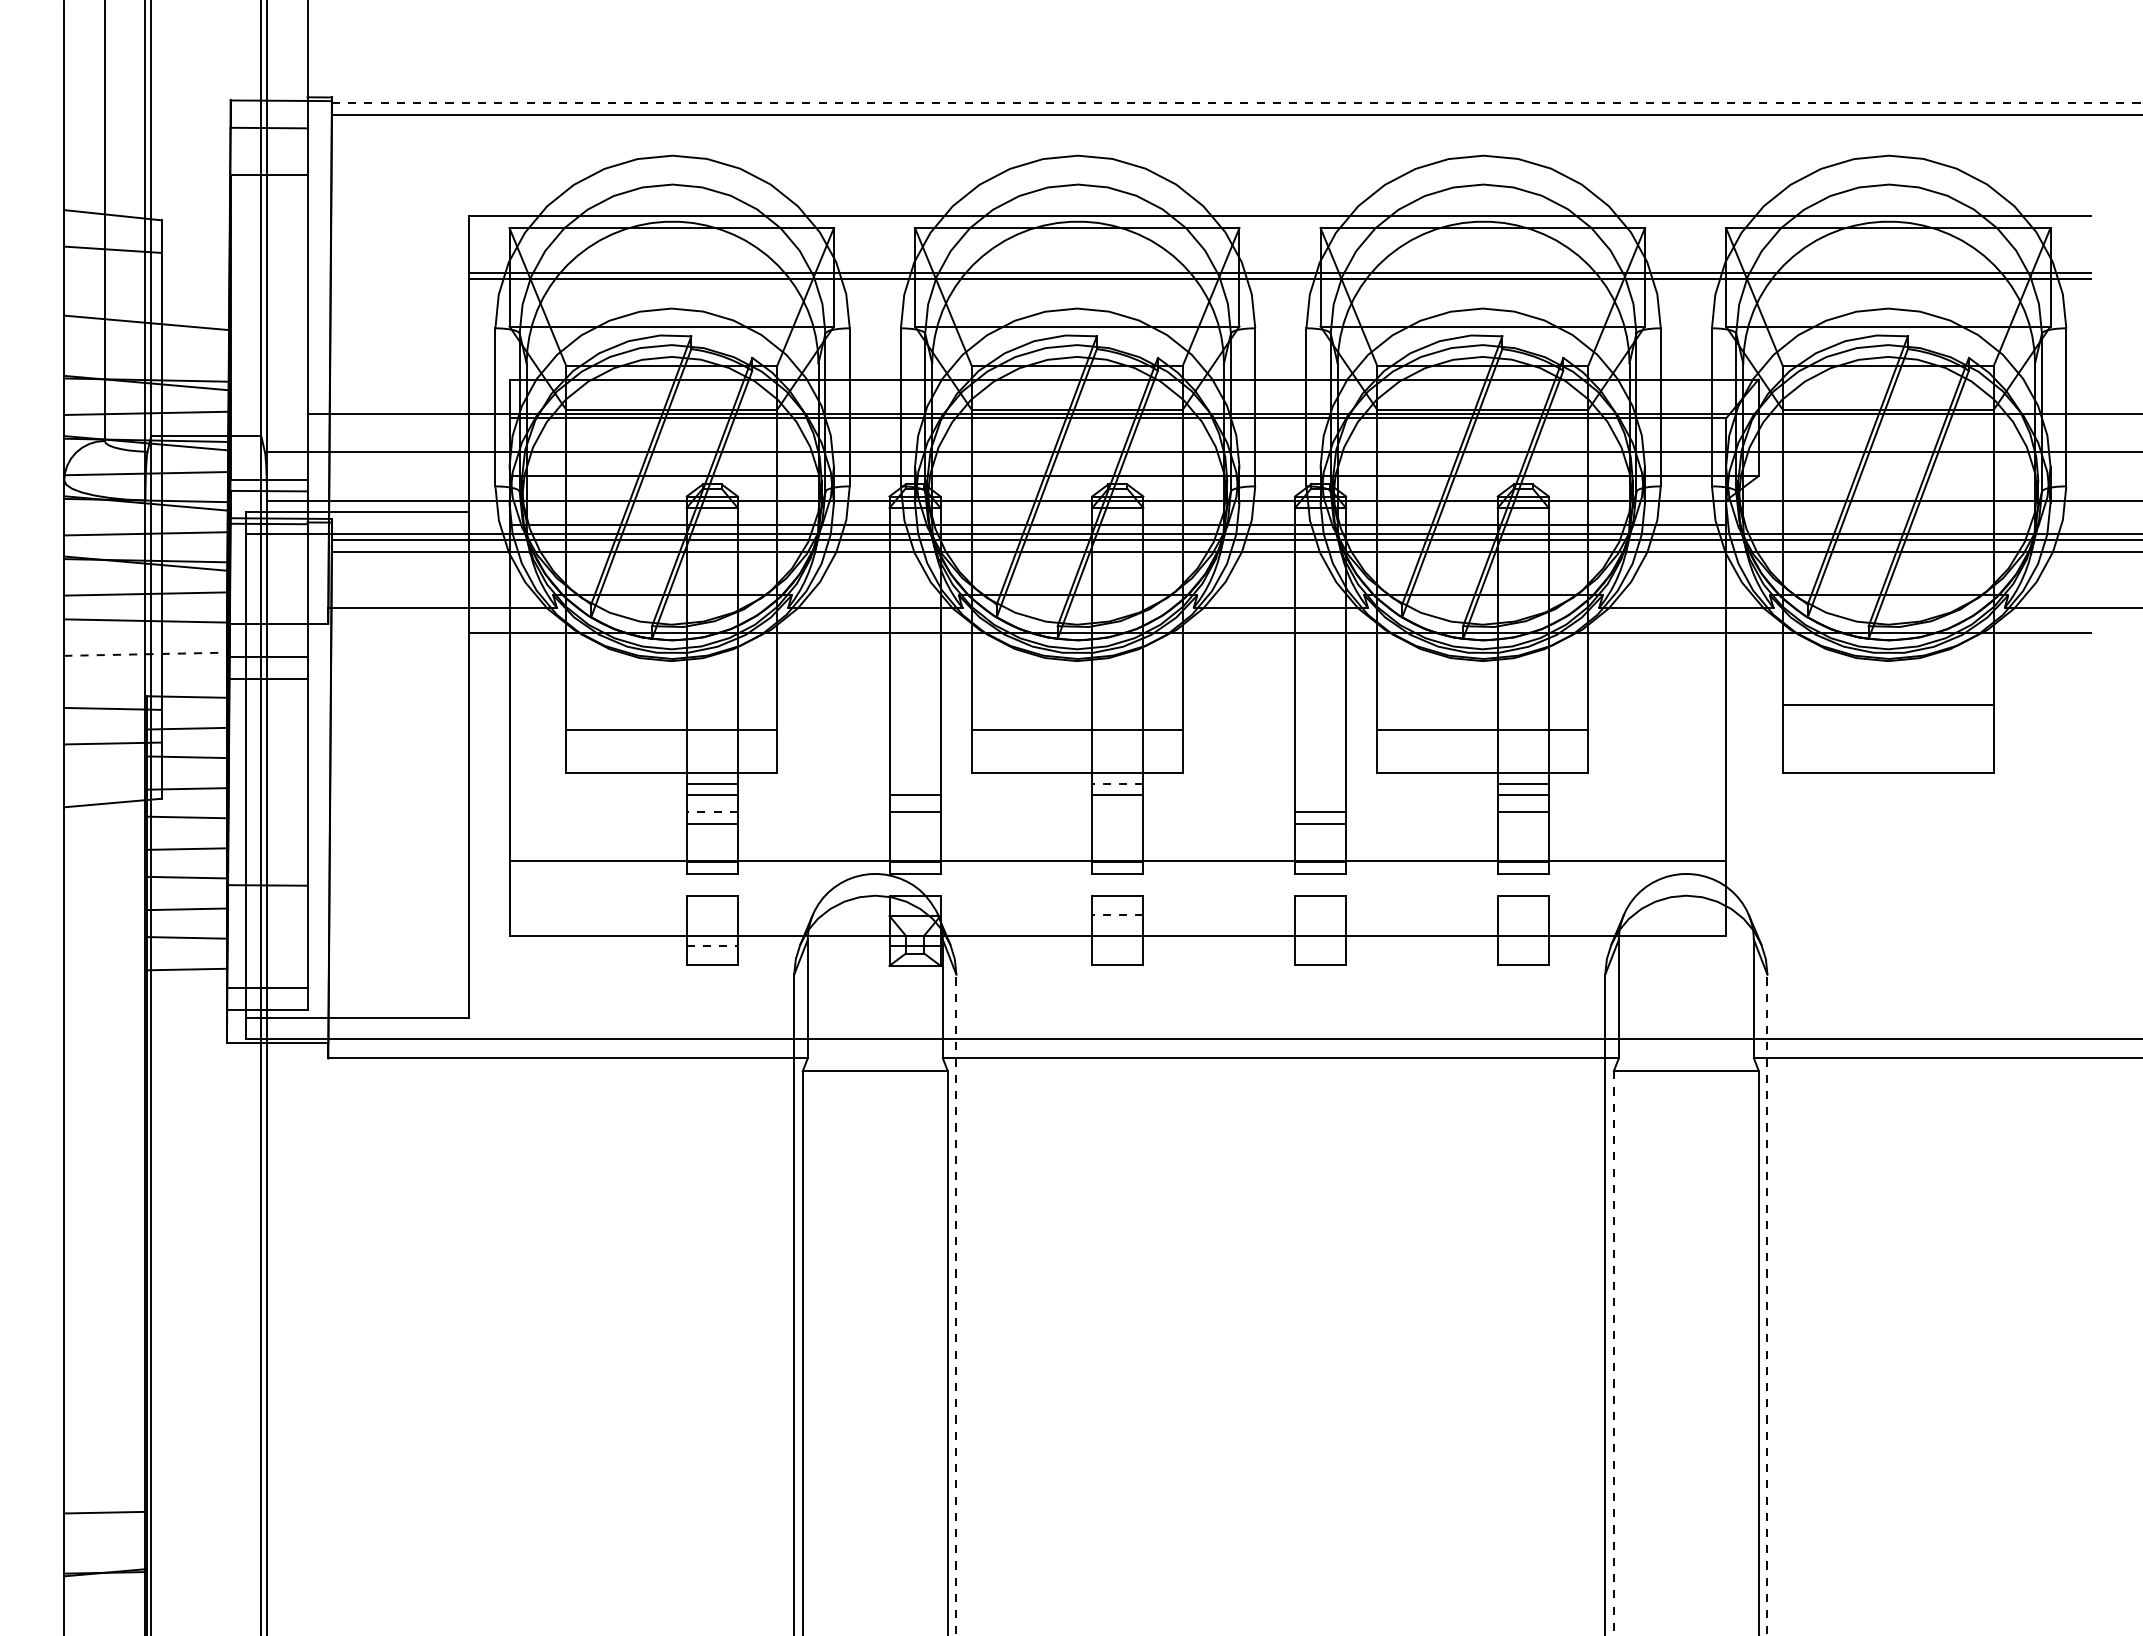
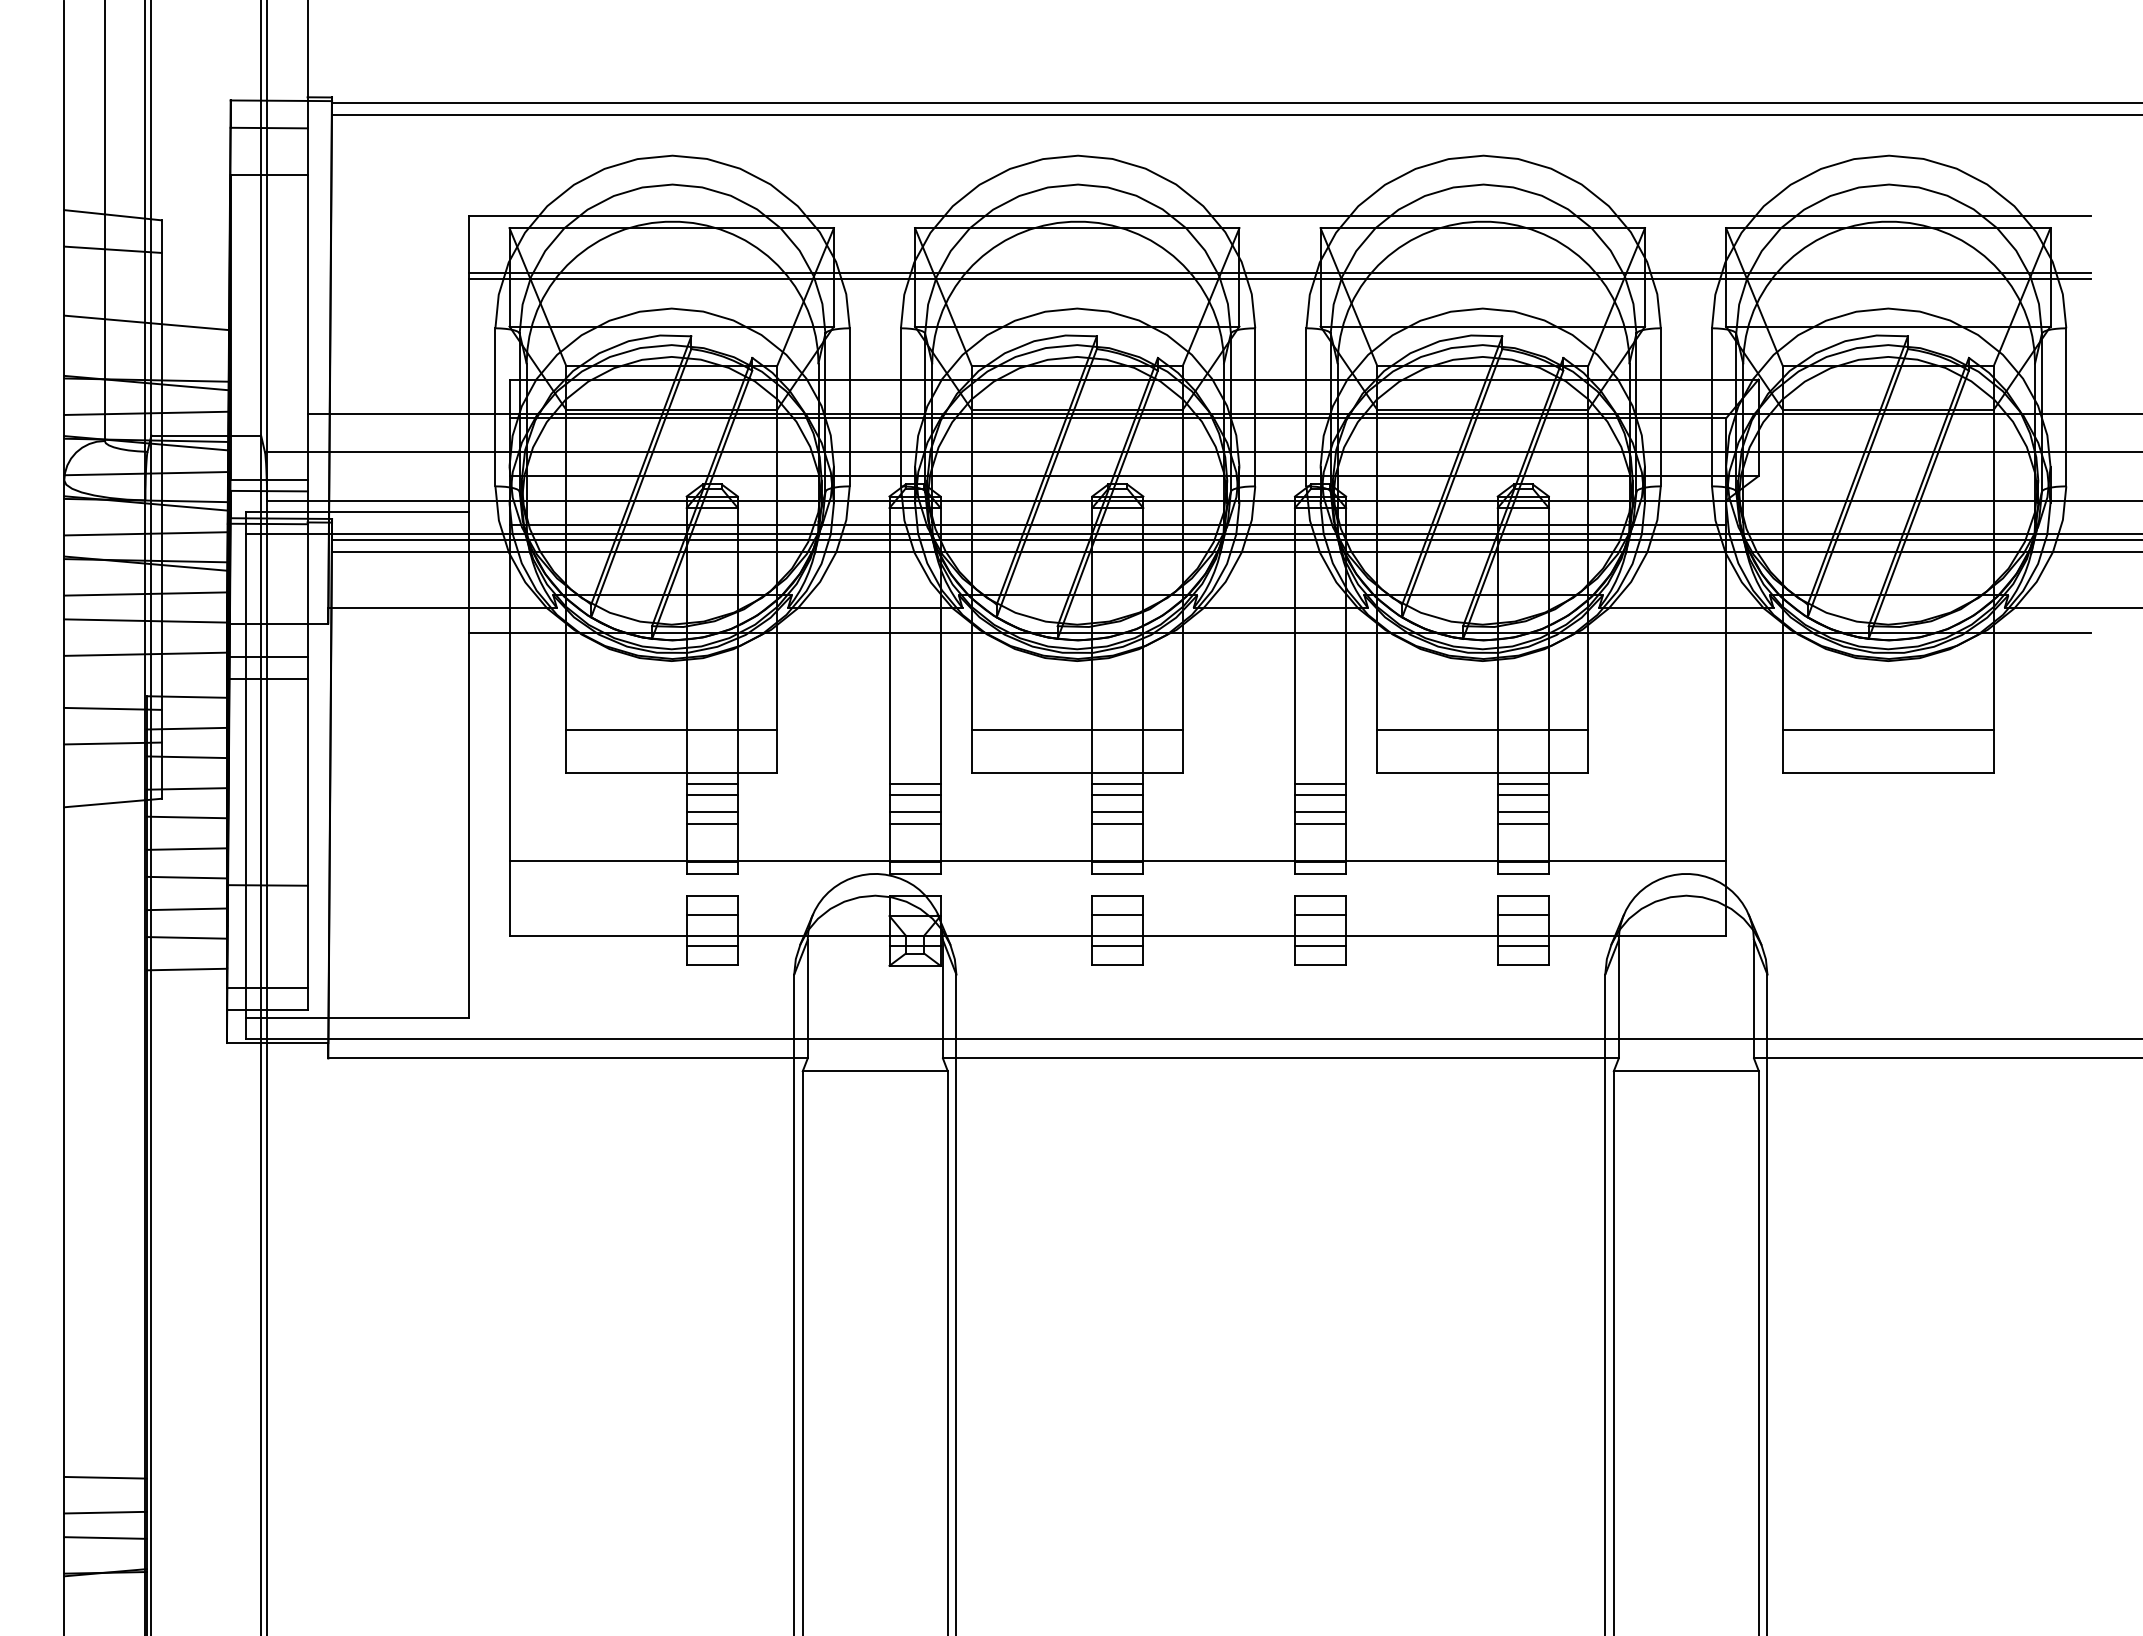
line at (1237, 103): dashed -> solid
line at (147, 654): dashed -> solid
line at (1887, 704) position: (1887, 704) -> (1887, 729)
line at (914, 783): none -> present
line at (1117, 783): dashed -> solid
line at (1320, 783): none -> present
line at (1320, 795): none -> present
line at (712, 811): dashed -> solid
line at (1117, 811): none -> present
line at (914, 823): none -> present
line at (1117, 823): none -> present
line at (1522, 823): none -> present
line at (711, 914): none -> present
line at (1117, 914): dashed -> solid
line at (1320, 914): none -> present
line at (1522, 914): none -> present
line at (712, 945): dashed -> solid
line at (1117, 945): none -> present
line at (1320, 945): none -> present
line at (1522, 945): none -> present
line at (956, 1304): dashed -> solid
line at (1767, 1304): dashed -> solid
line at (1613, 1354): dashed -> solid
line at (105, 1477): none -> present
line at (105, 1537): none -> present
